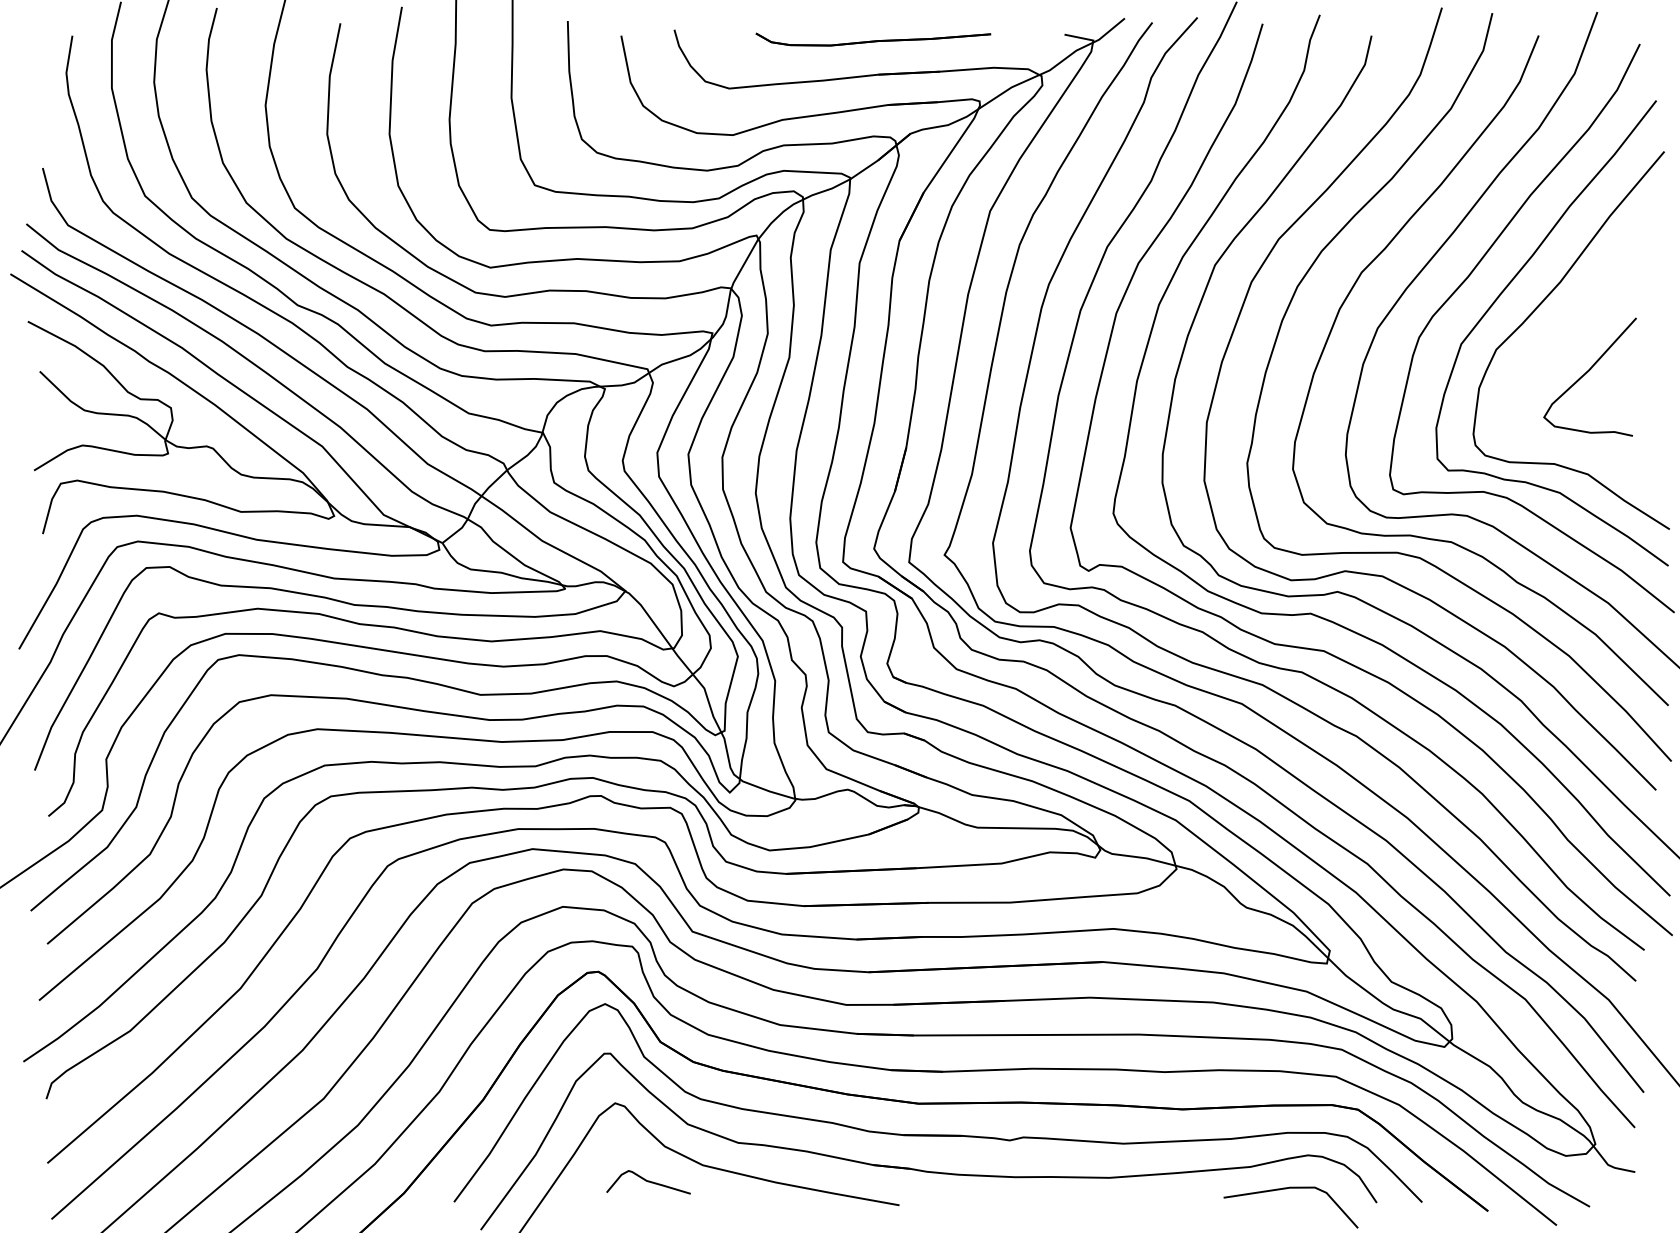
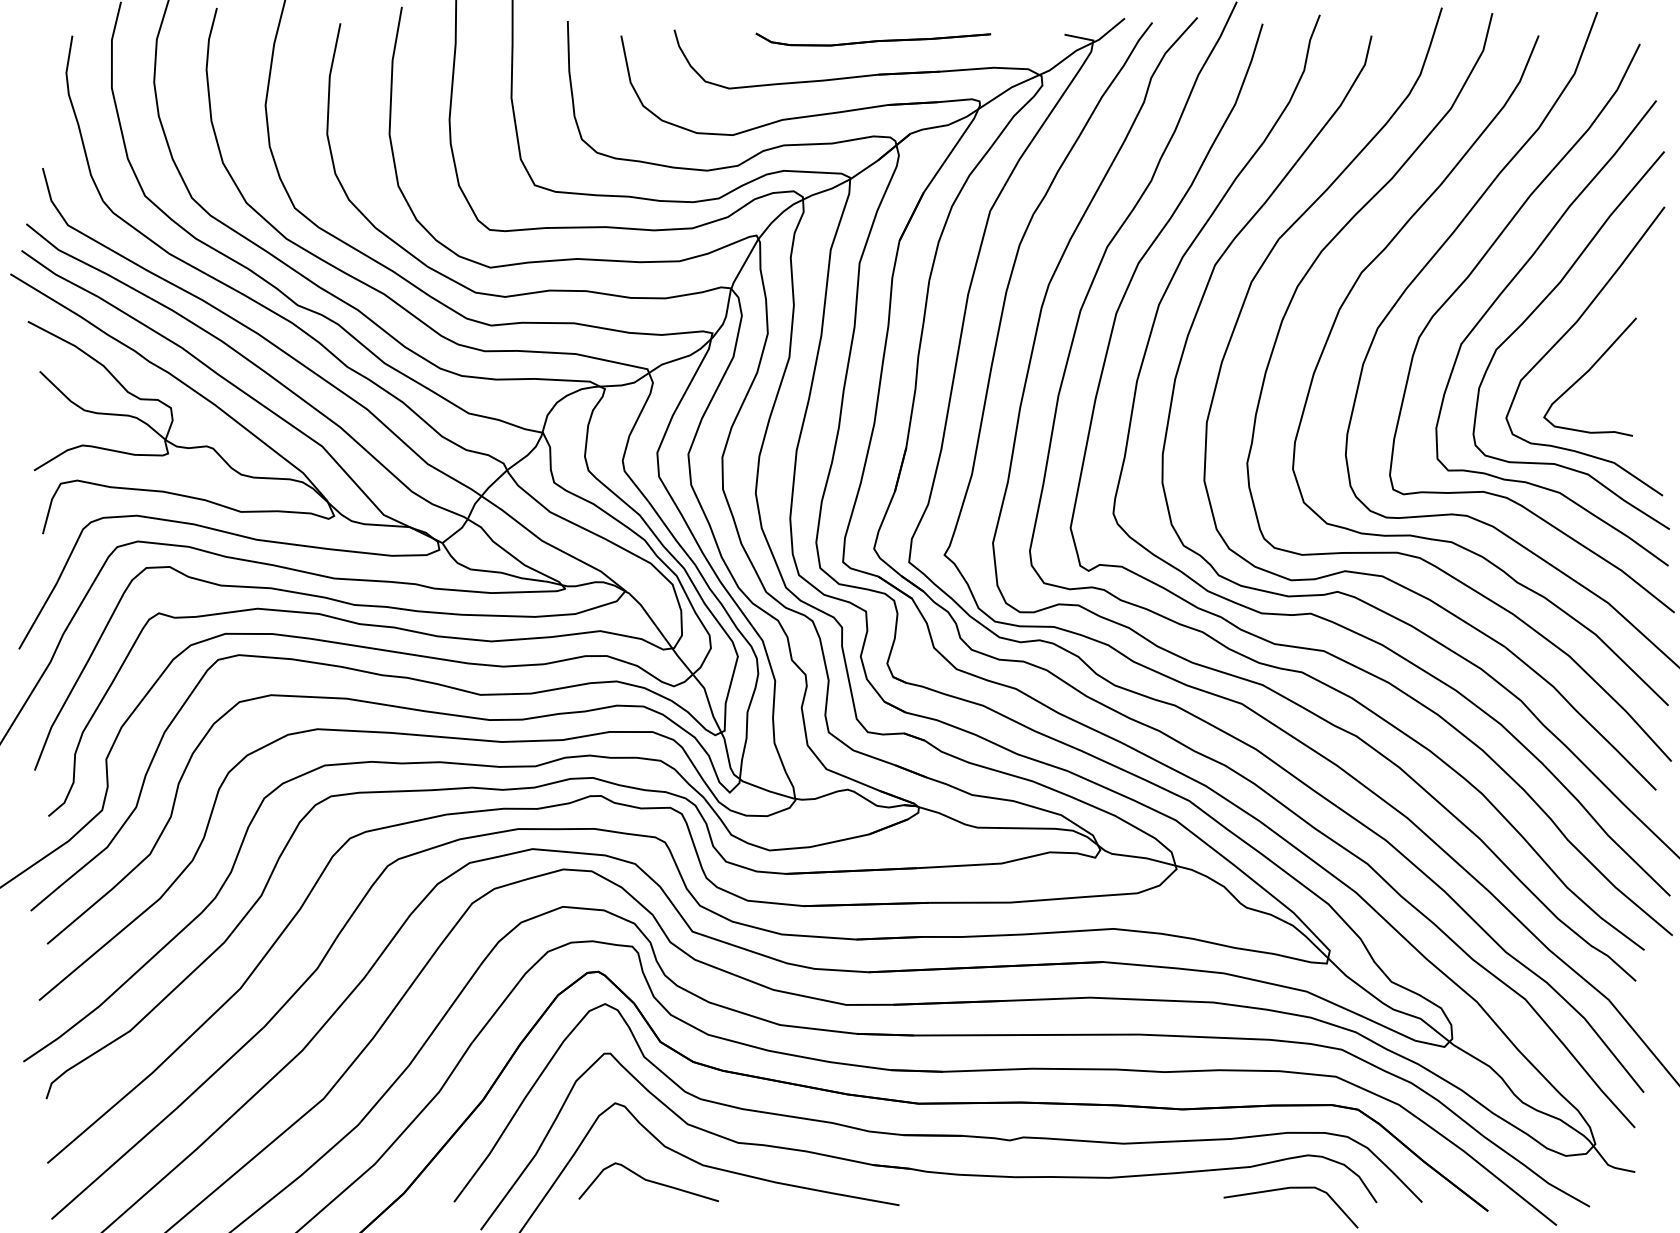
part at (1567, 333): none -> present
part at (648, 1182) size: 85x25 px -> 141x41 px
